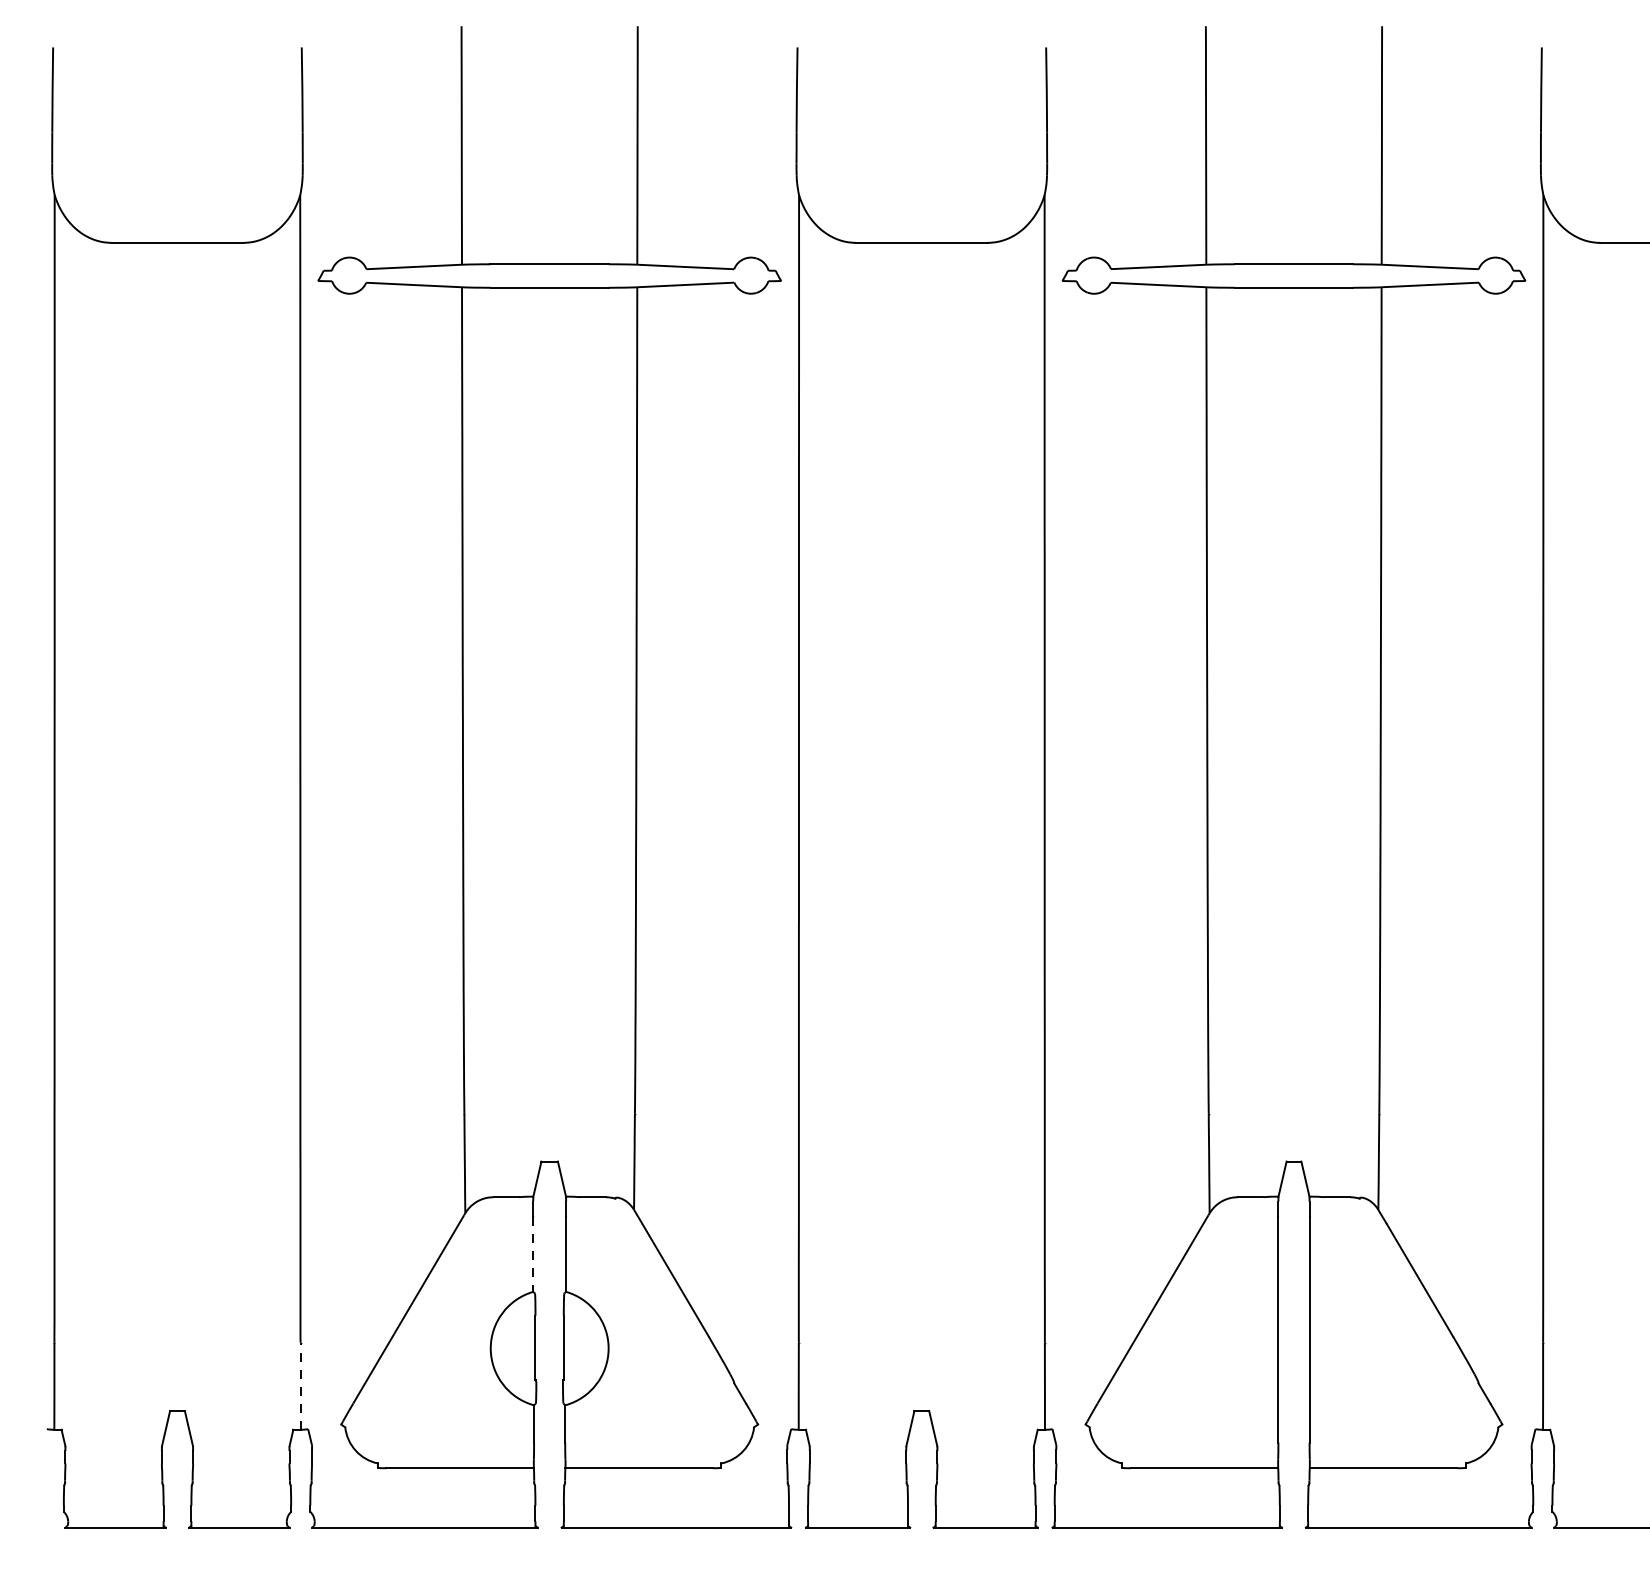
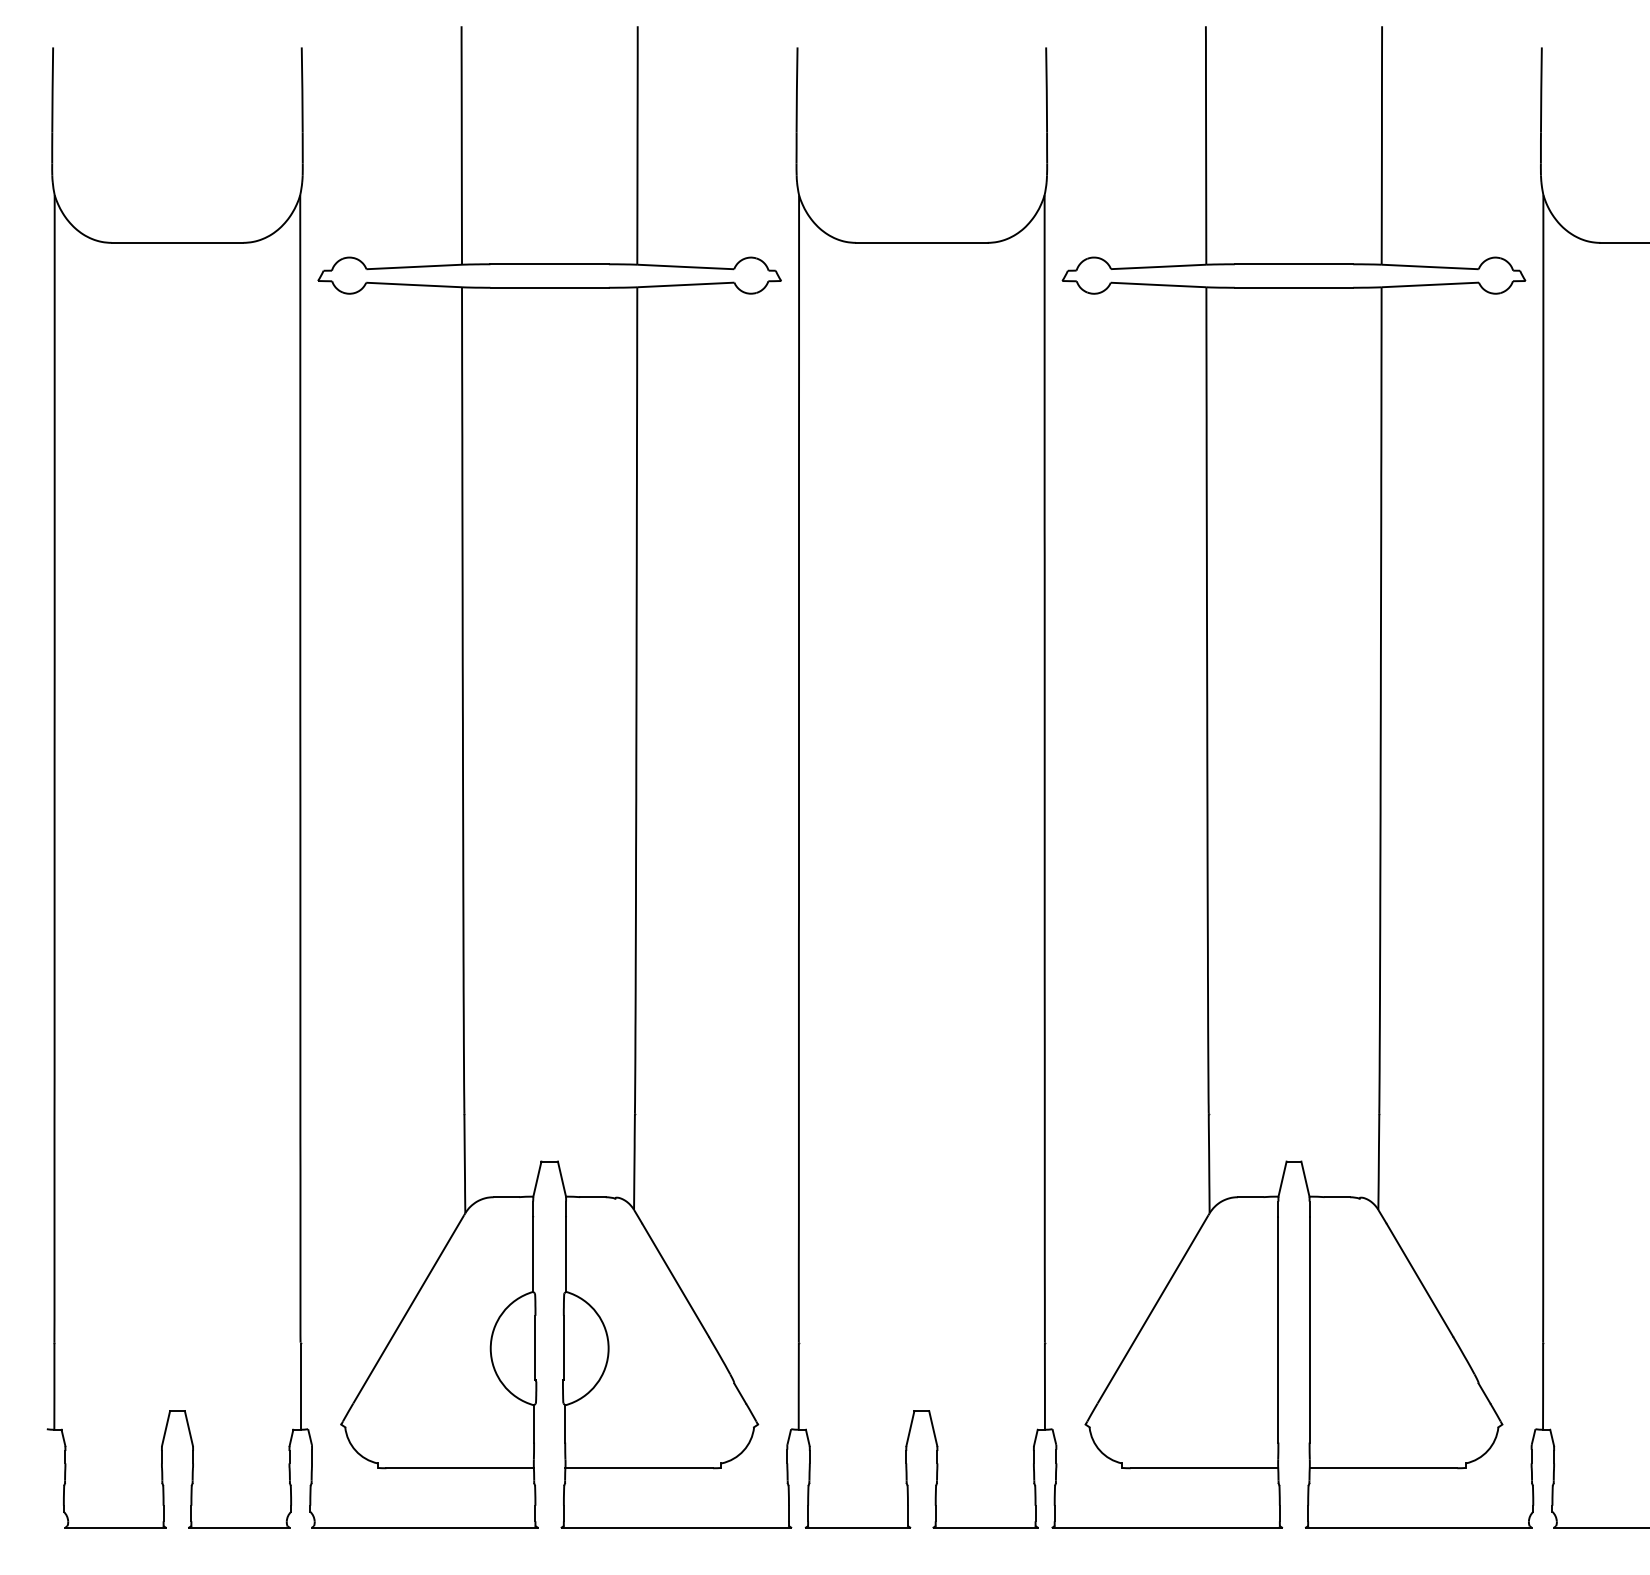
line at (533, 1255): dashed -> solid
line at (300, 1385): dashed -> solid
